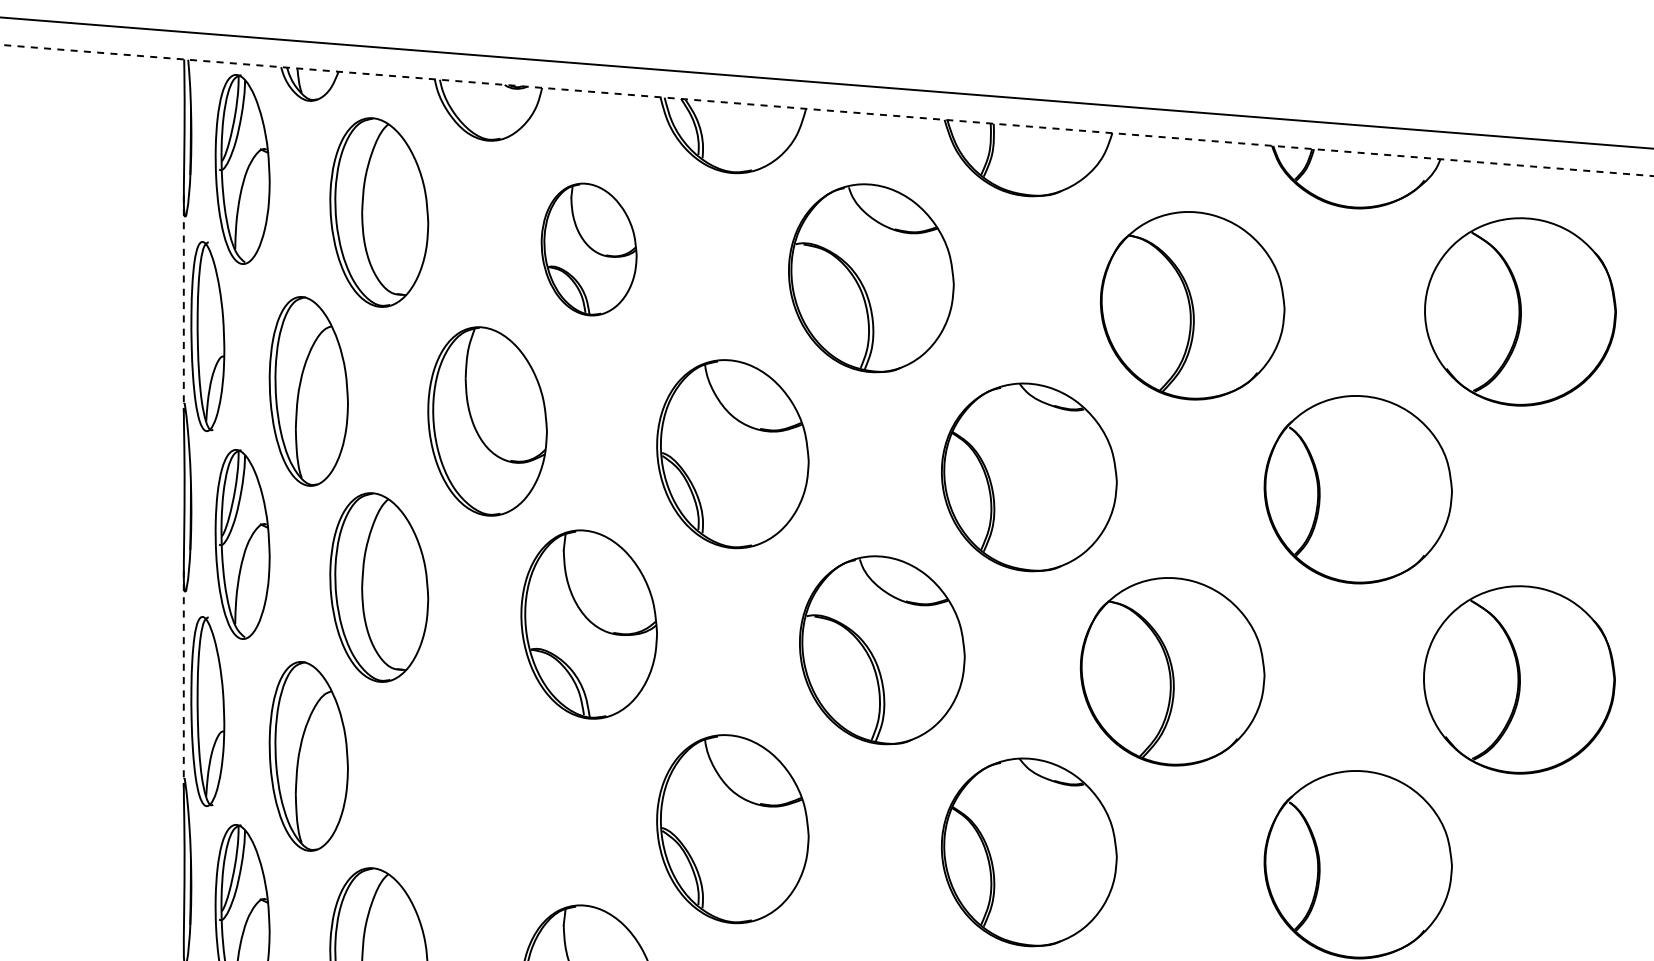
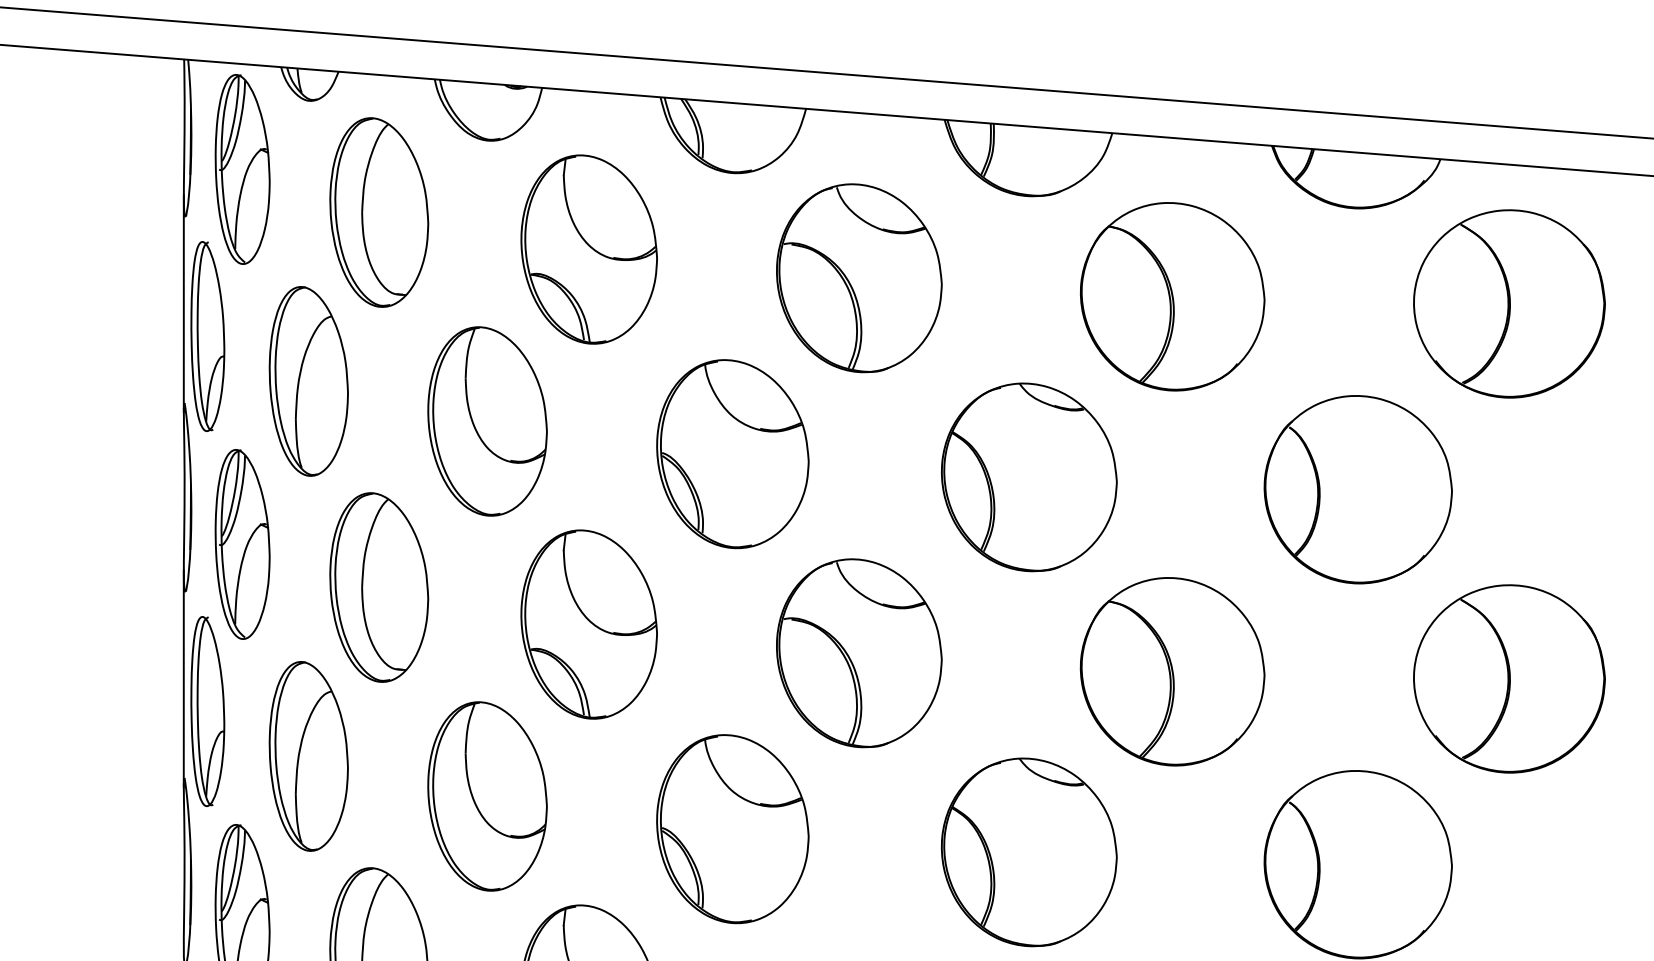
line at (826, 82) position: (826, 82) -> (826, 72)
line at (826, 110): dashed -> solid
part at (588, 249) size: 98x135 px -> 138x191 px
part at (871, 278) position: (871, 278) -> (859, 278)
line at (183, 304): dashed -> solid
part at (1192, 305) position: (1192, 305) -> (1172, 296)
part at (1520, 311) position: (1520, 311) -> (1509, 303)
part at (308, 391) position: (308, 391) -> (308, 381)
part at (882, 650) position: (882, 650) -> (859, 653)
line at (183, 679): dashed -> solid
part at (1519, 679) position: (1519, 679) -> (1509, 678)
part at (487, 796): none -> present
